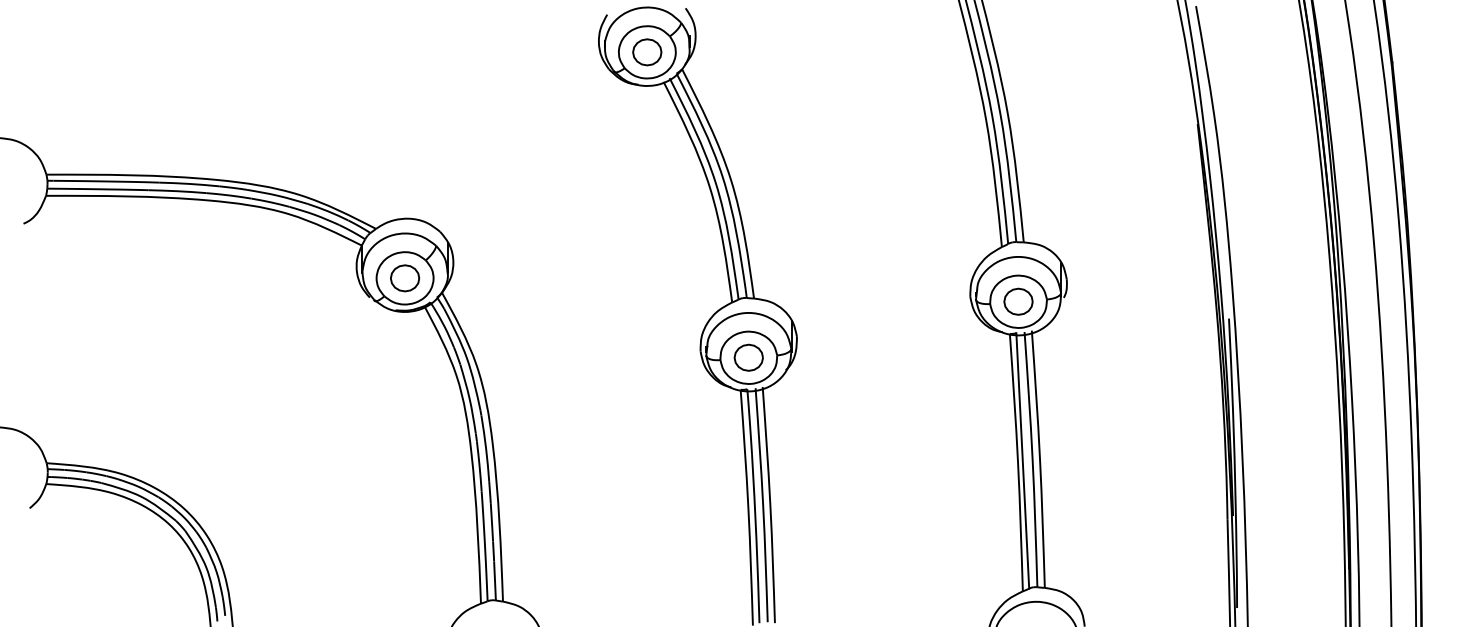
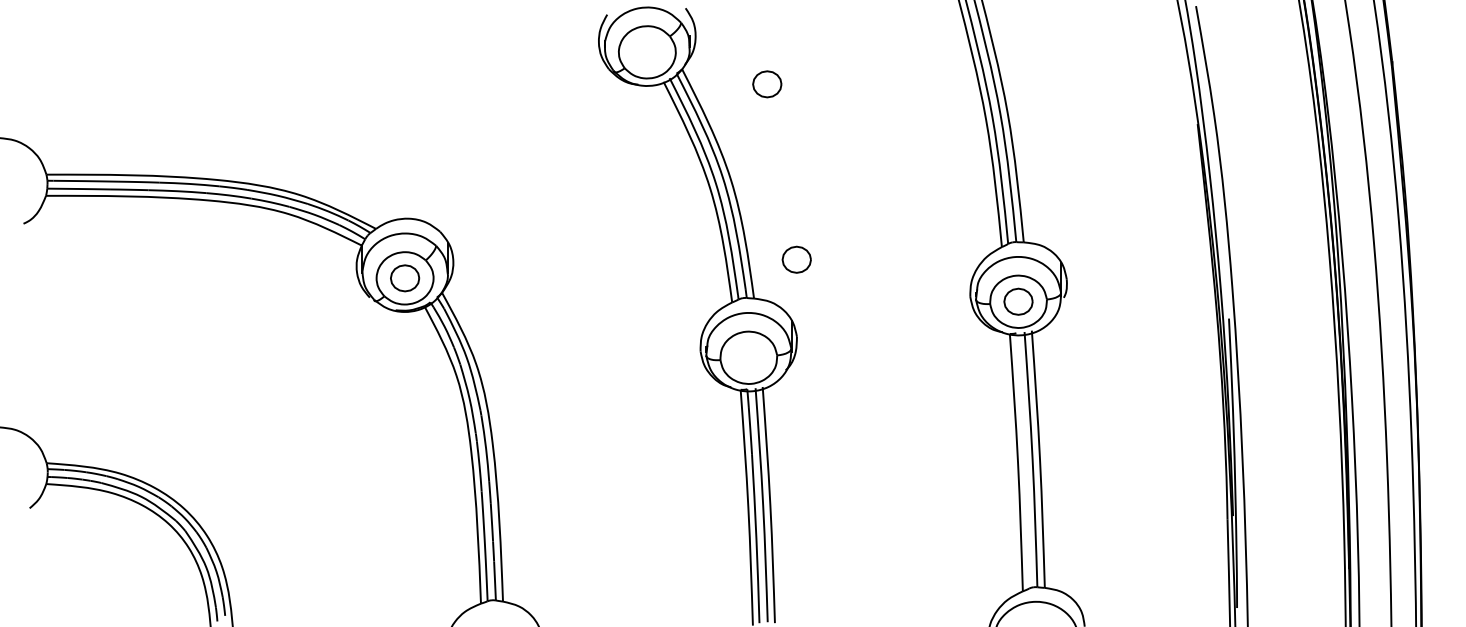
part at (647, 52) position: (647, 52) -> (767, 84)
part at (748, 357) position: (748, 357) -> (796, 259)
line at (1022, 460): present -> none
